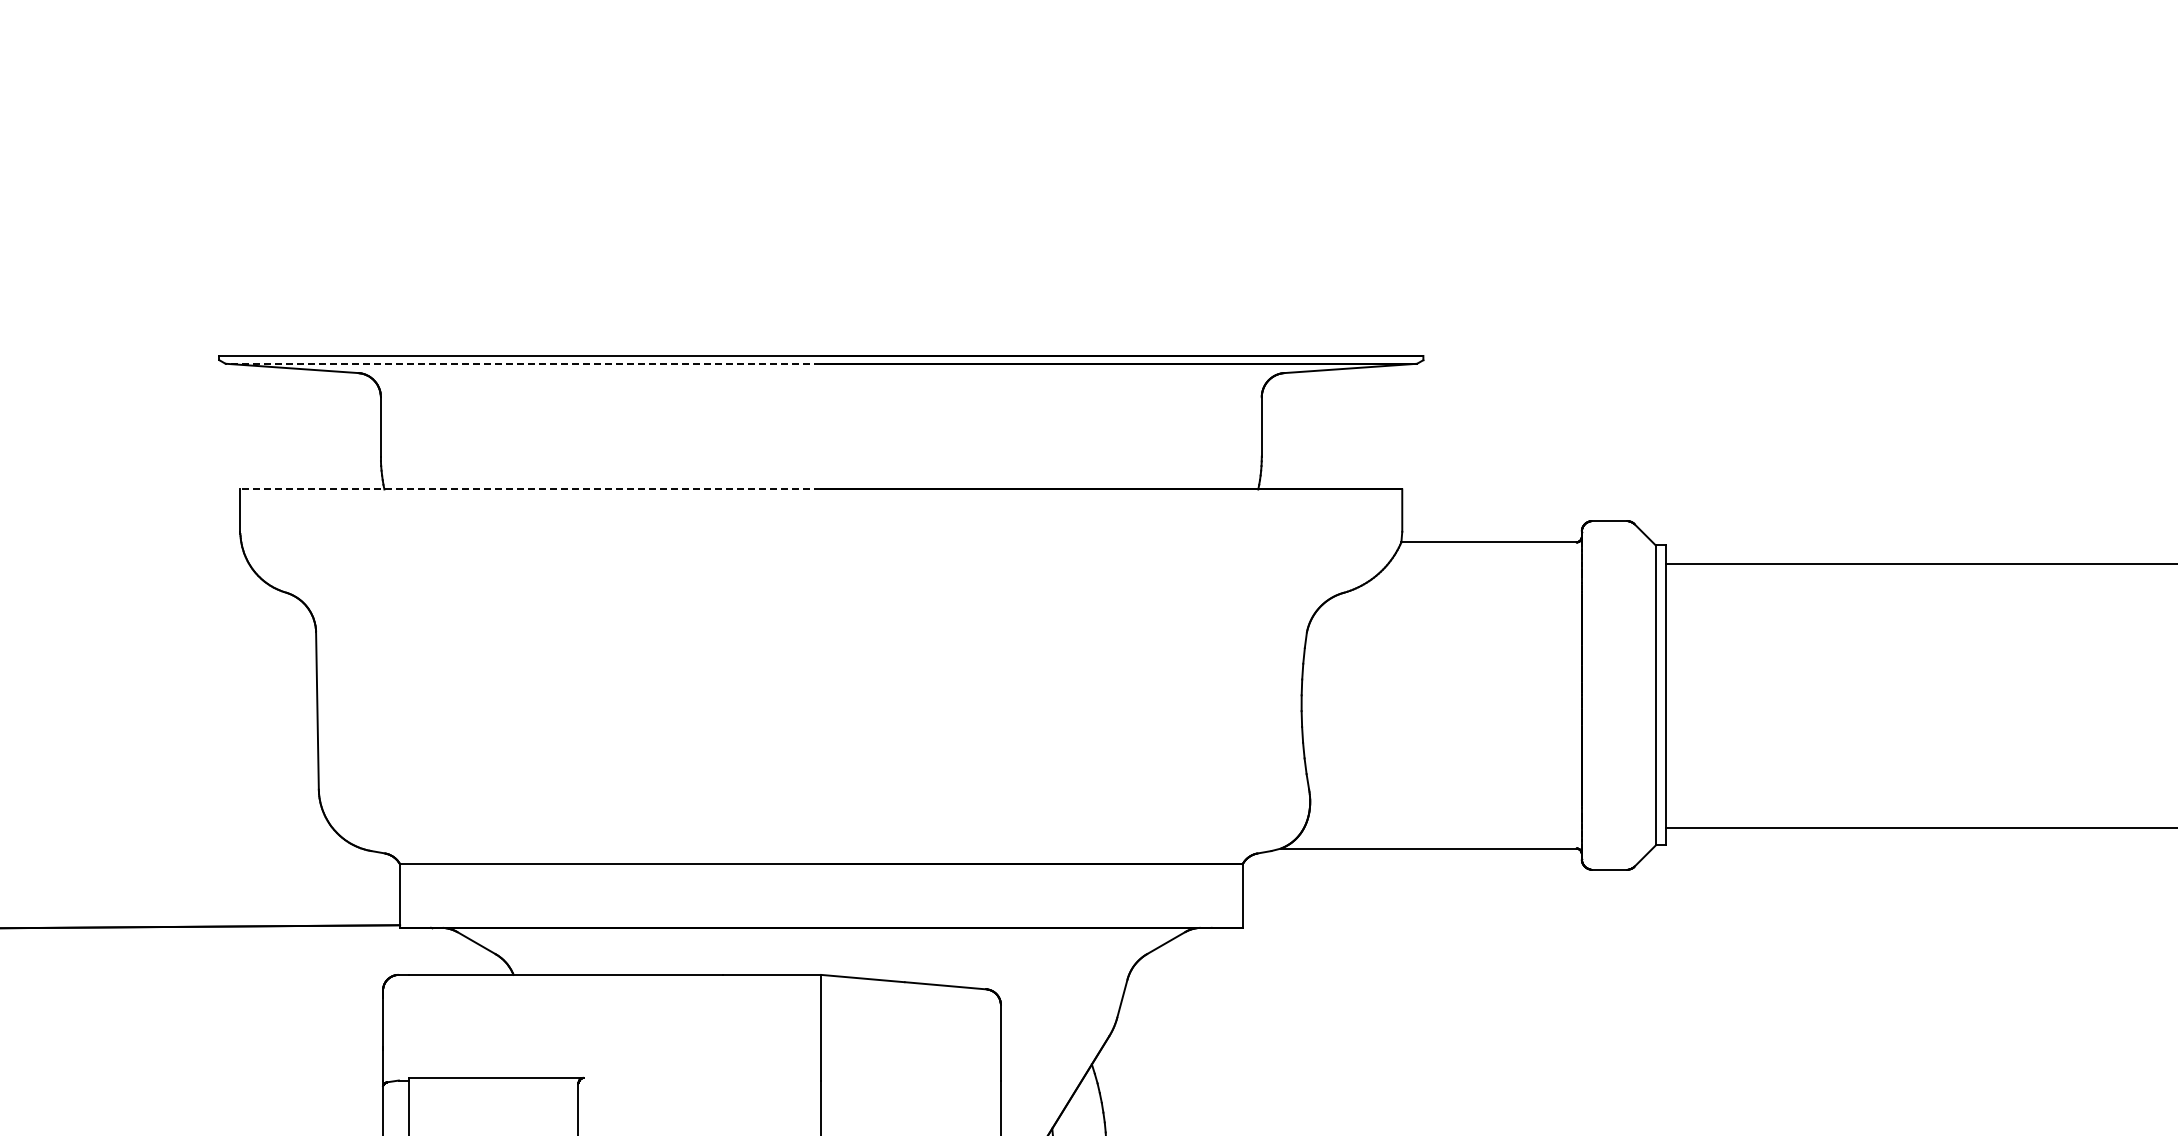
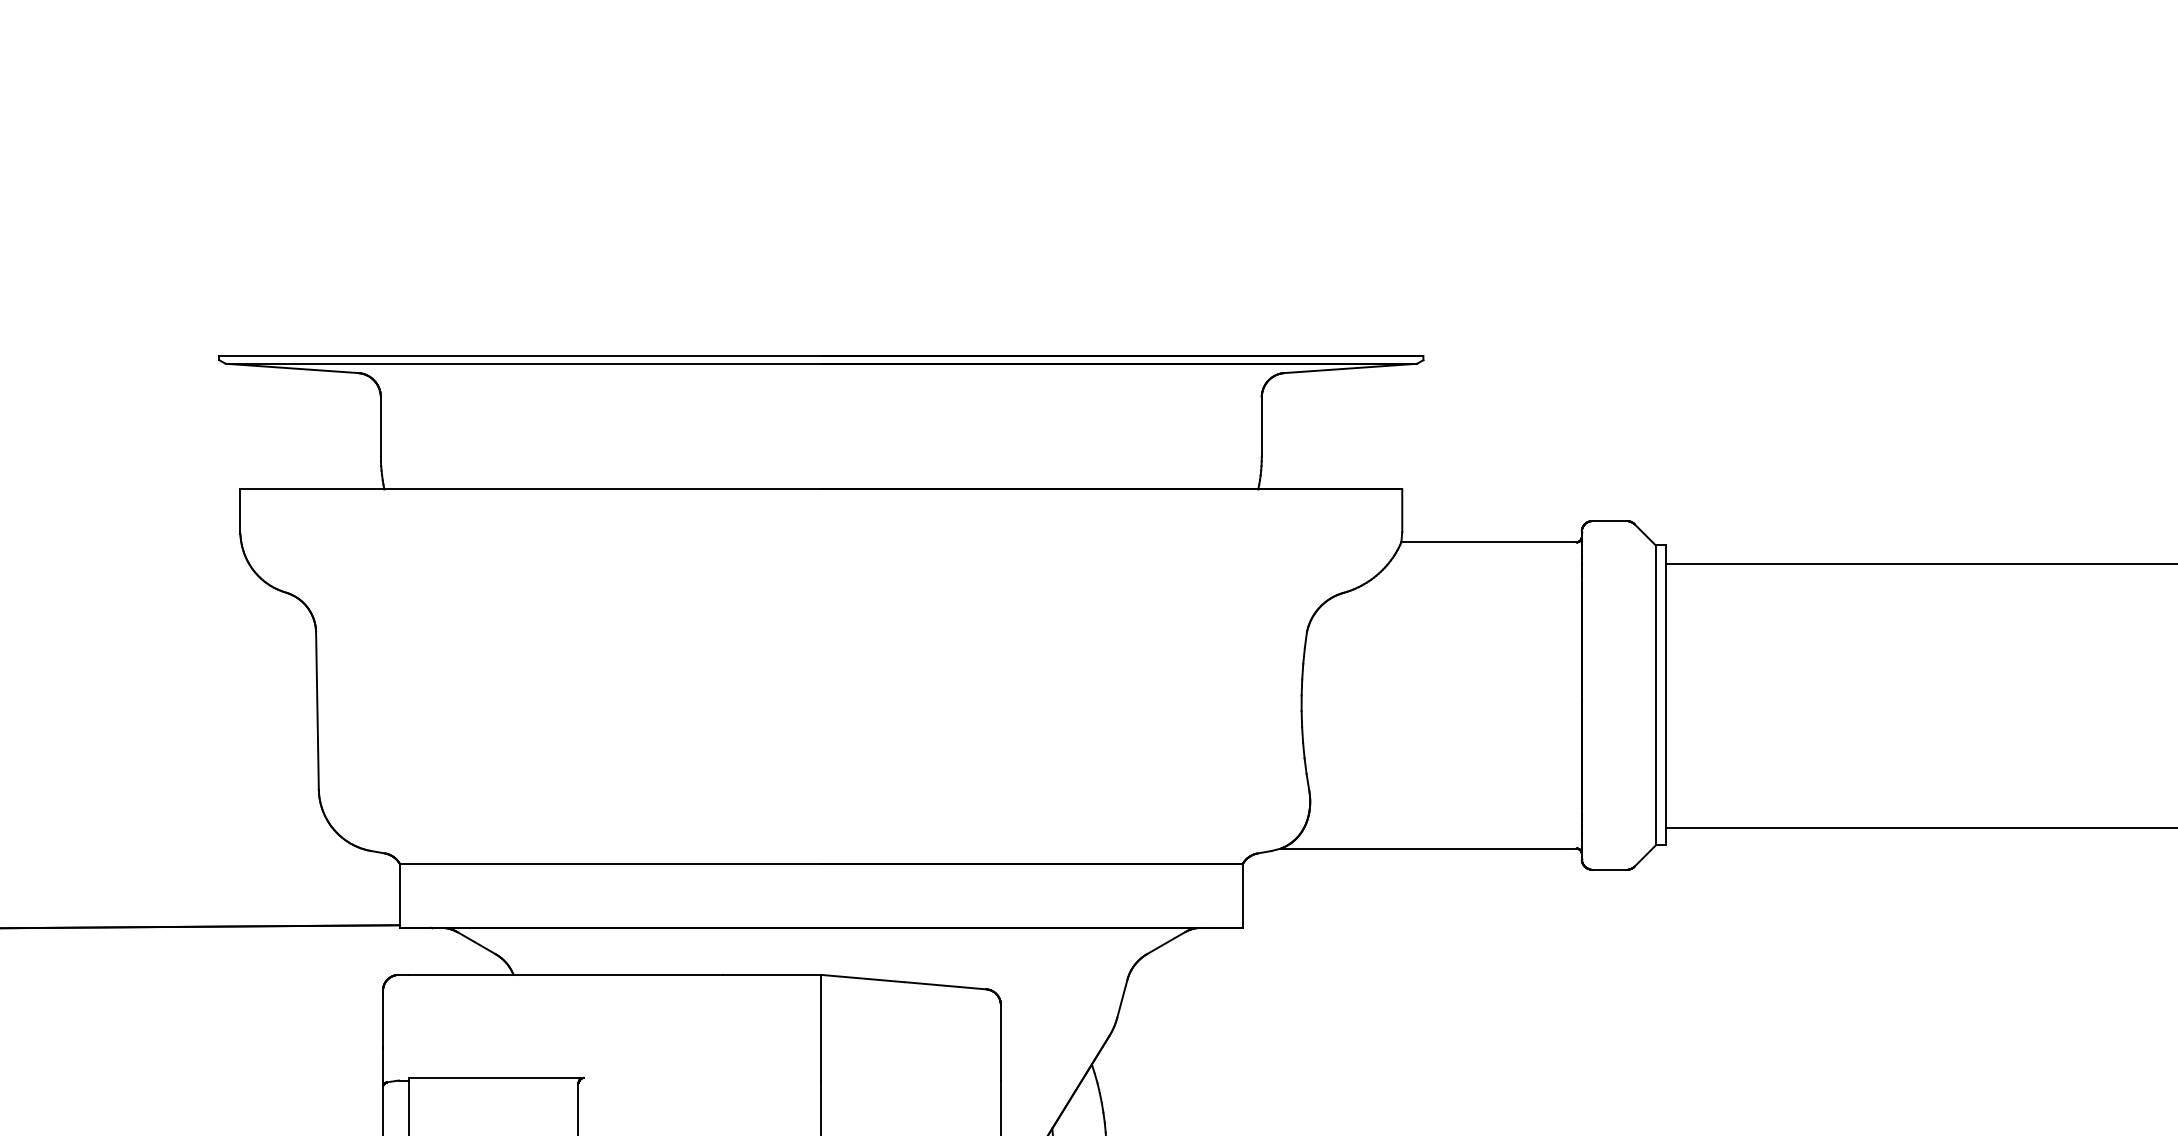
line at (523, 363): dashed -> solid
line at (530, 489): dashed -> solid
